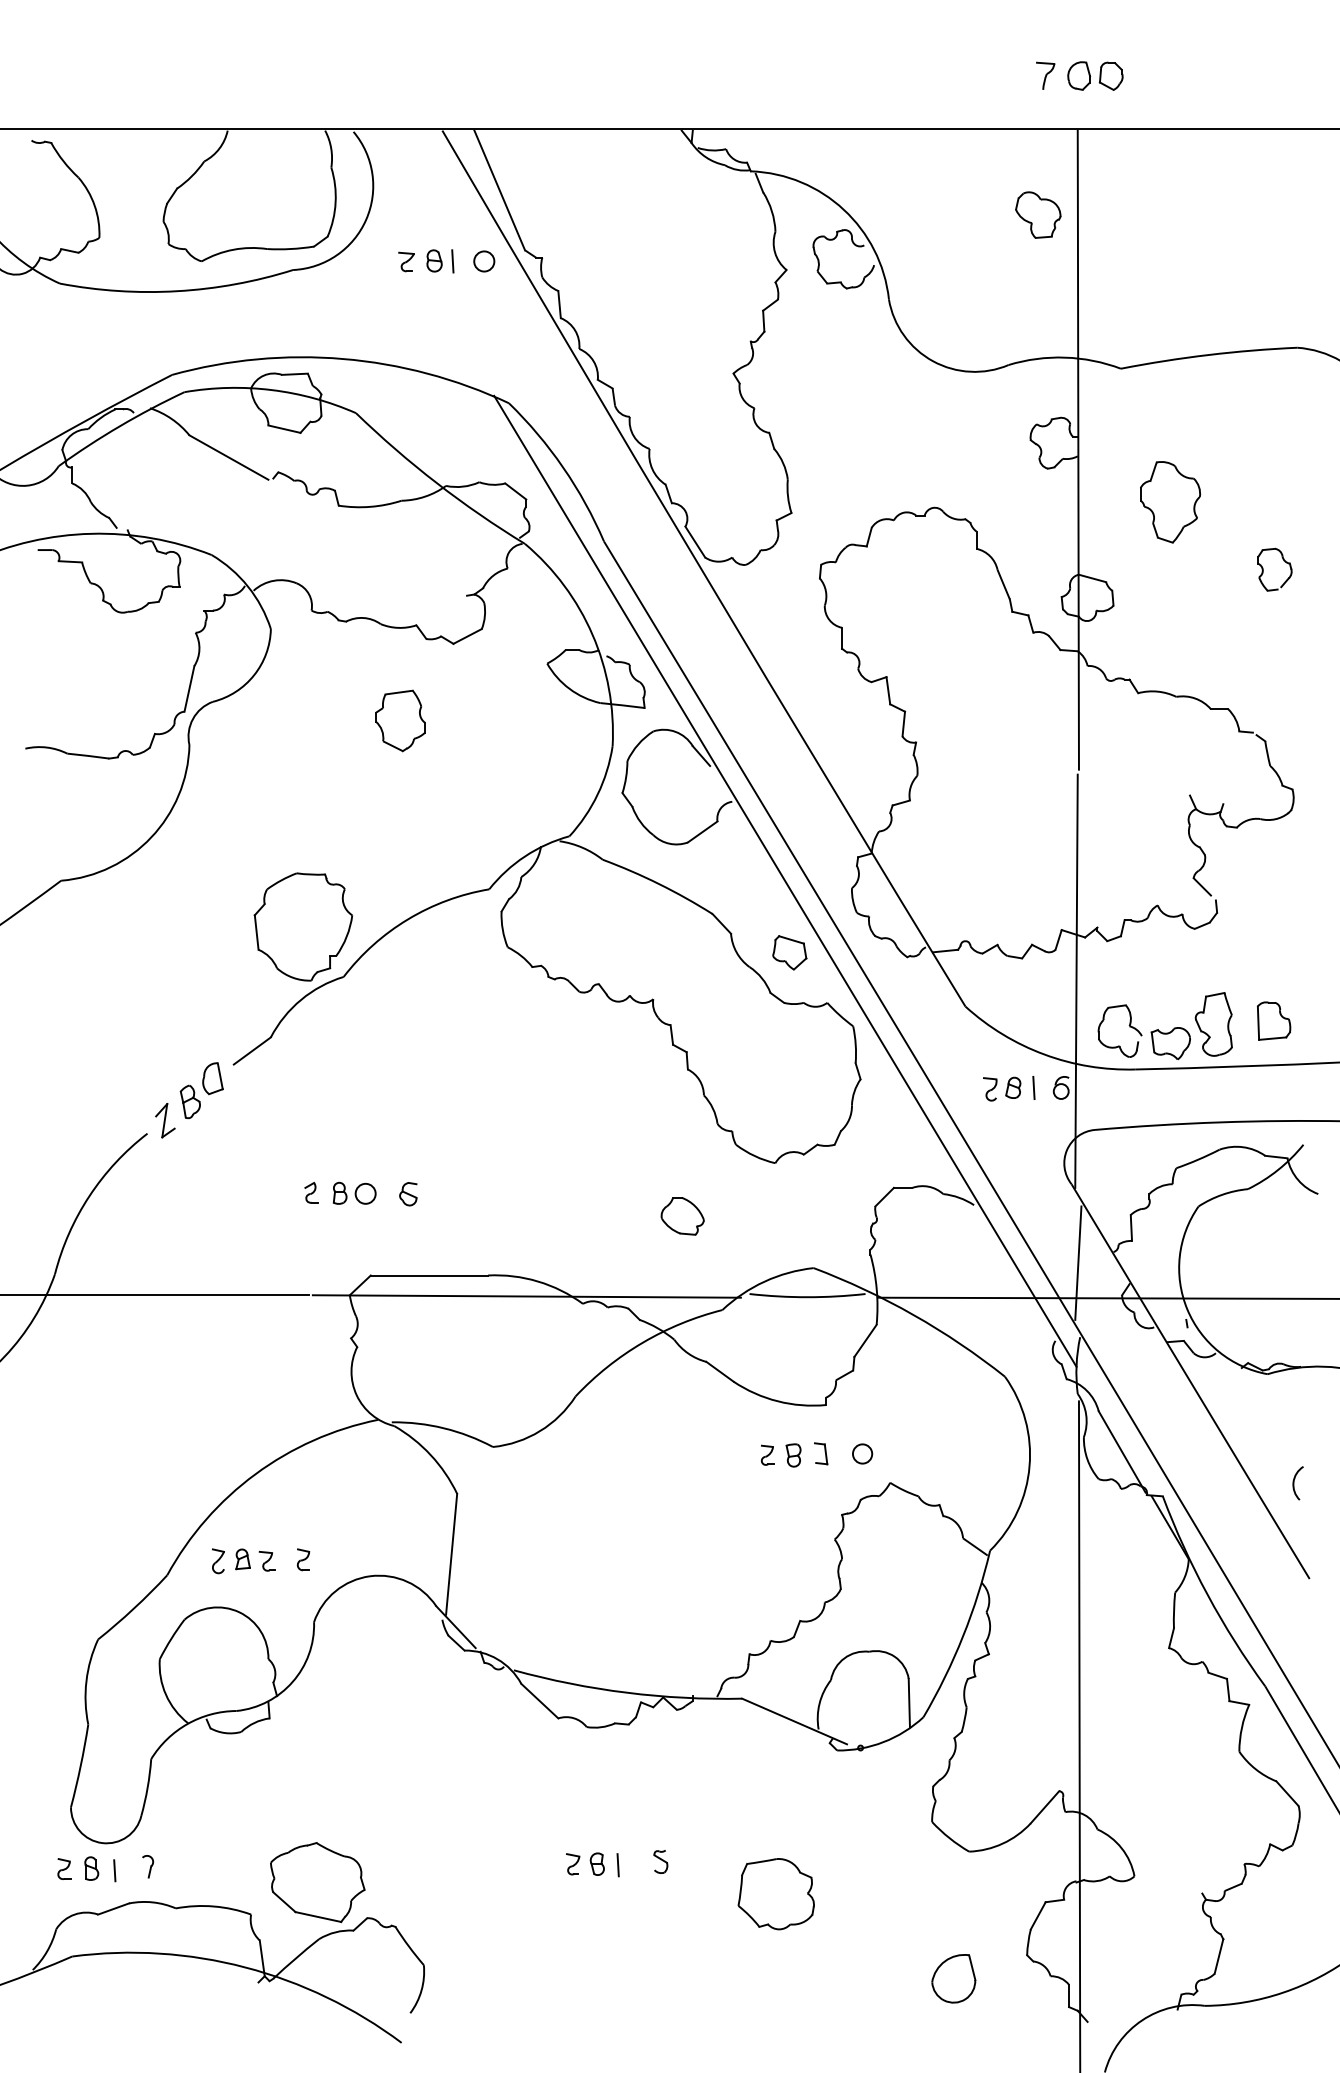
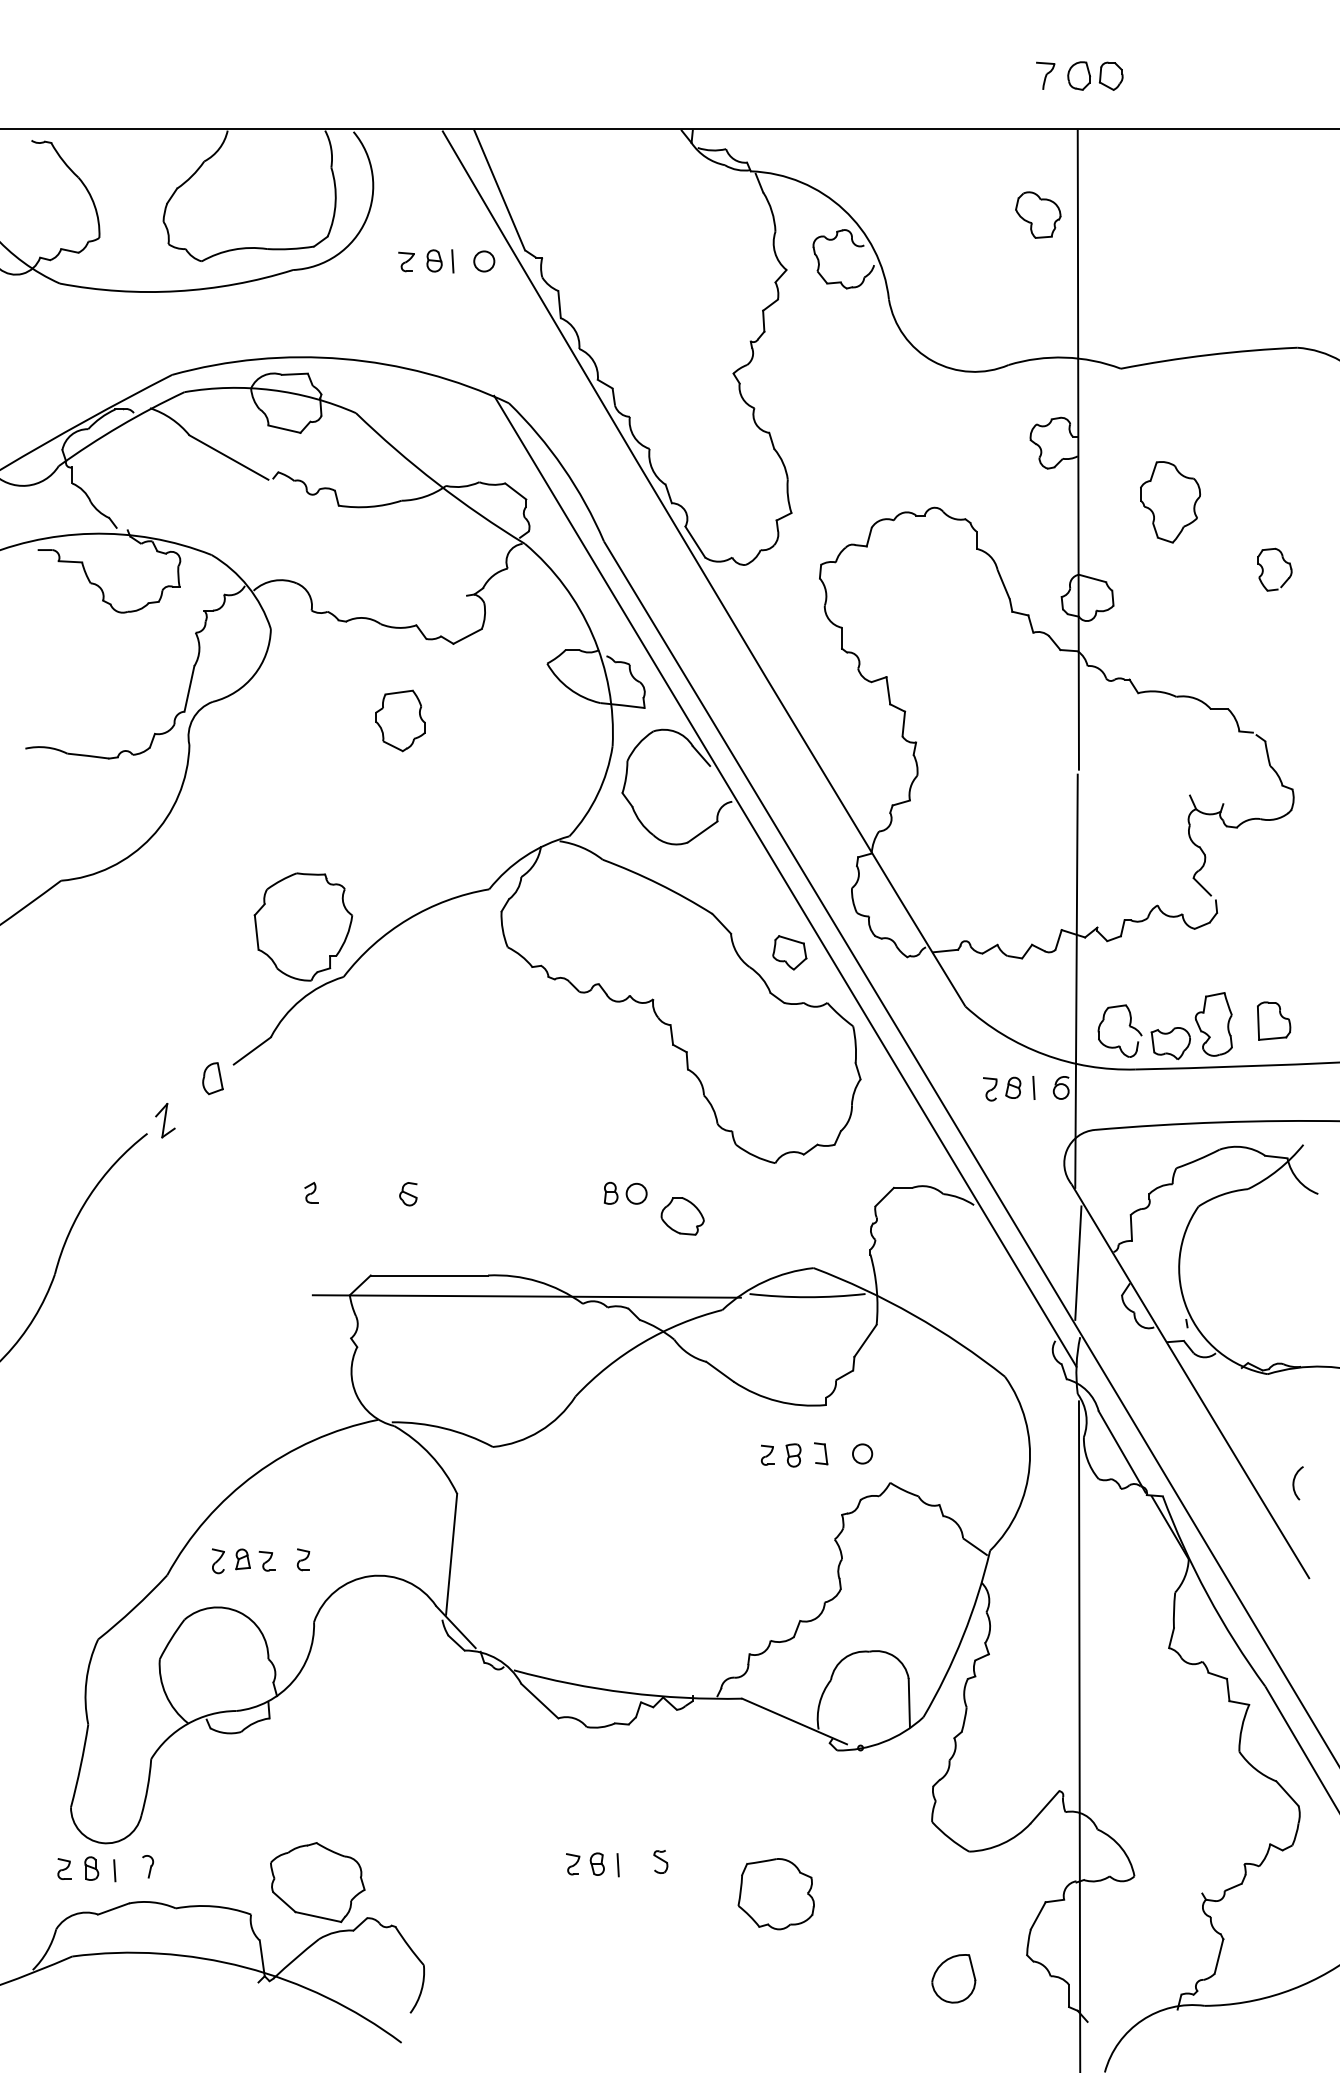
part at (189, 1101): present -> none
part at (354, 1192) position: (354, 1192) -> (625, 1192)
line at (155, 1295): present -> none
line at (1106, 1297): present -> none
